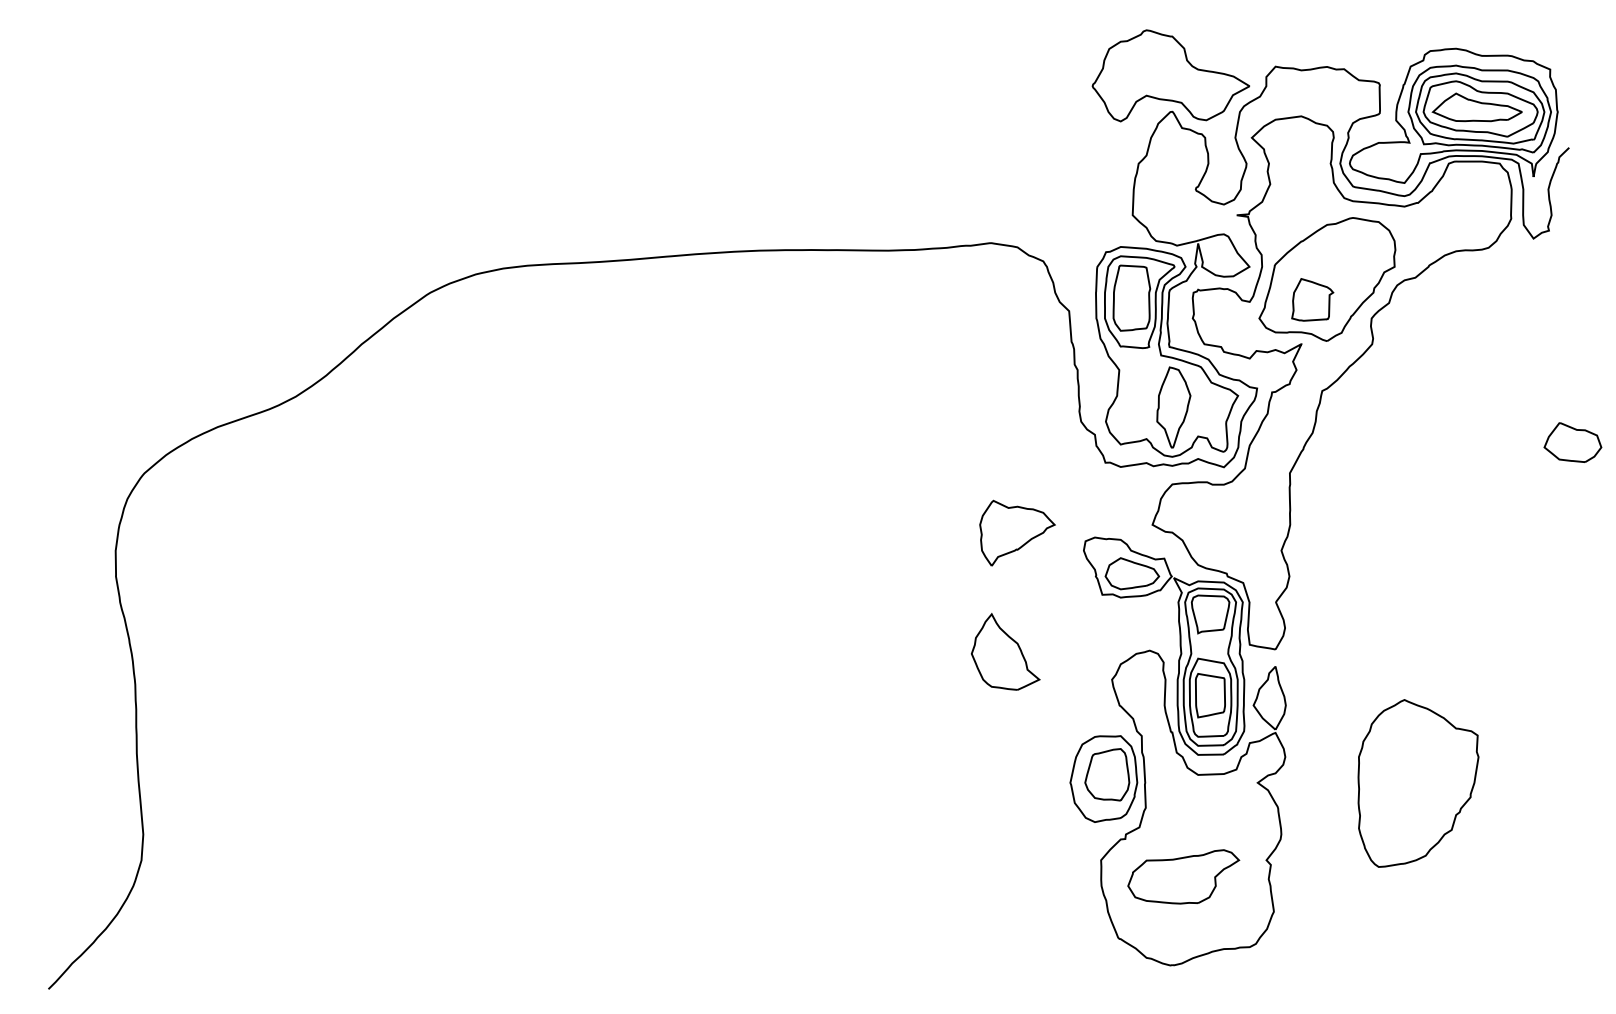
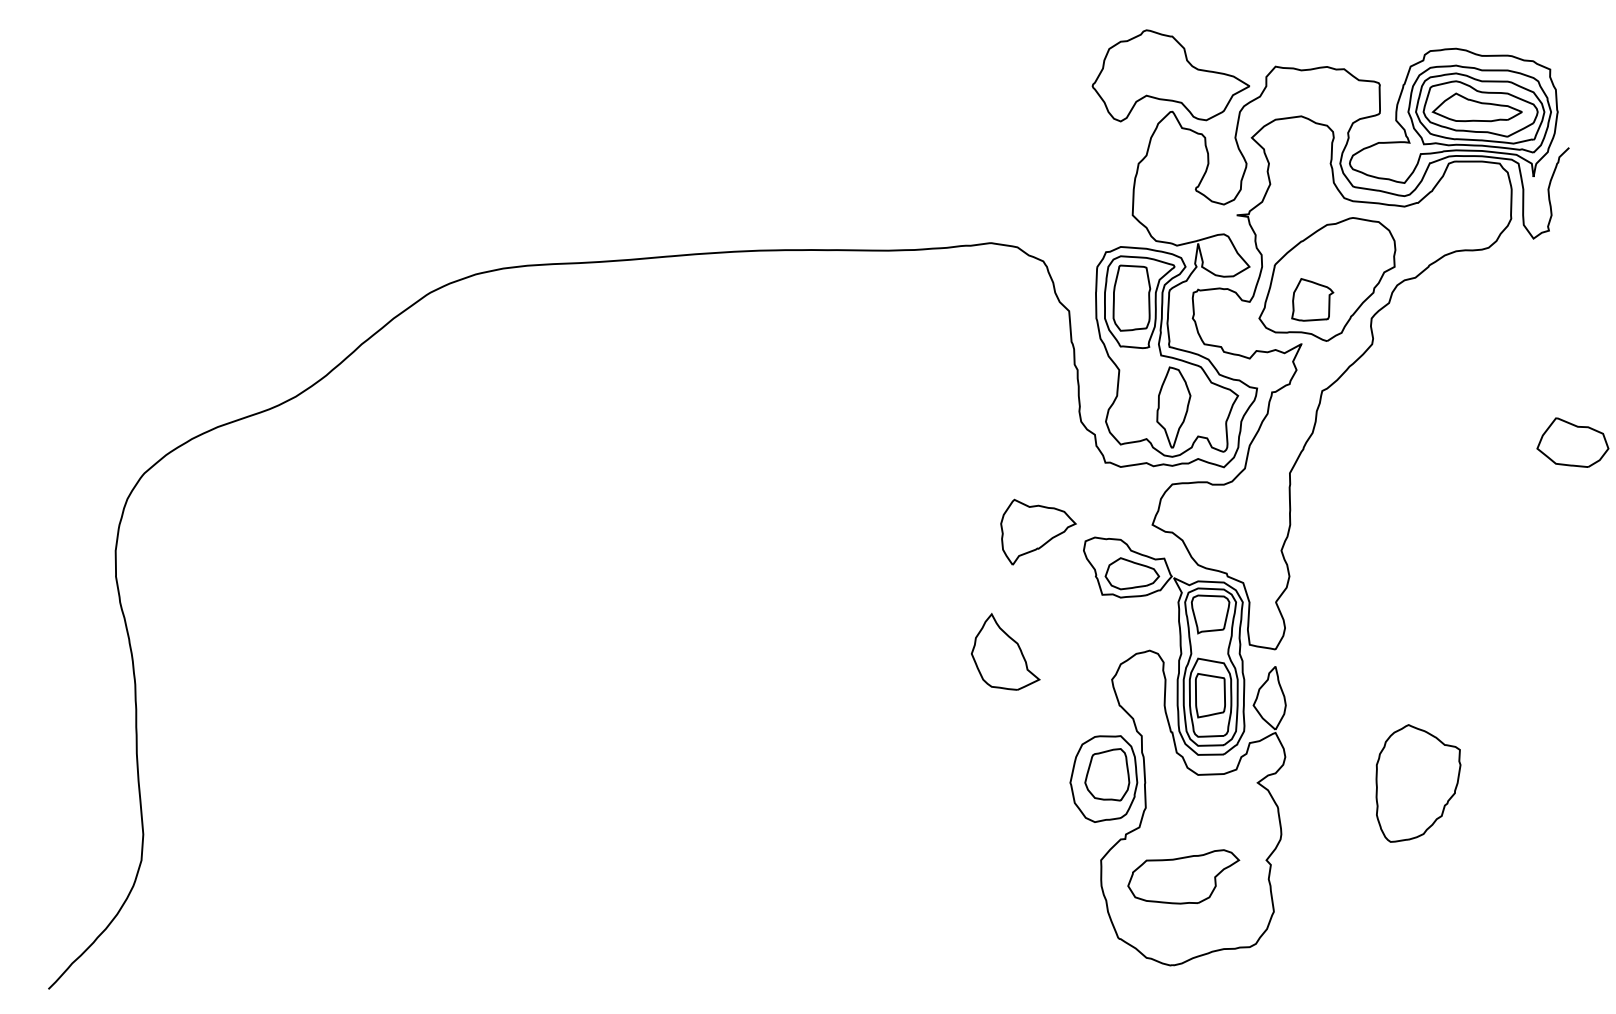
part at (1572, 442) size: 60x41 px -> 74x51 px
part at (1017, 532) position: (1017, 532) -> (1038, 531)
part at (1418, 783) size: 123x169 px -> 87x119 px
